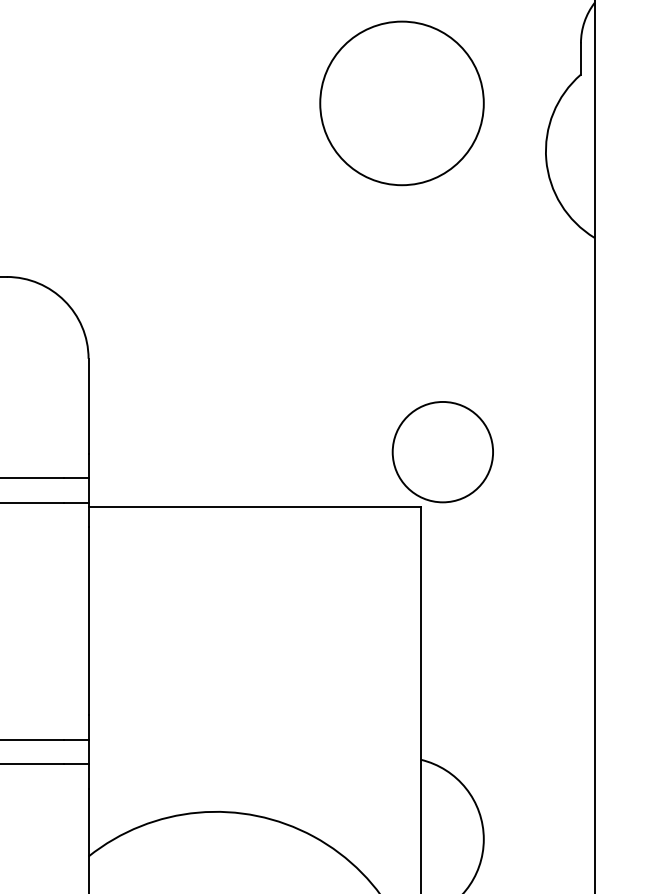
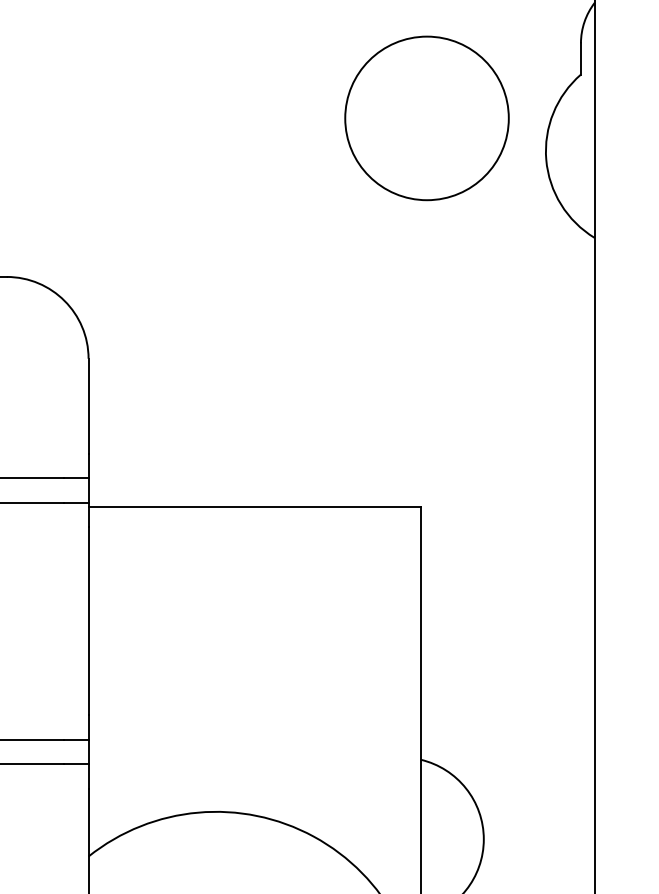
circle at (401, 103) position: (401, 103) -> (426, 118)
circle at (442, 452): present -> none
